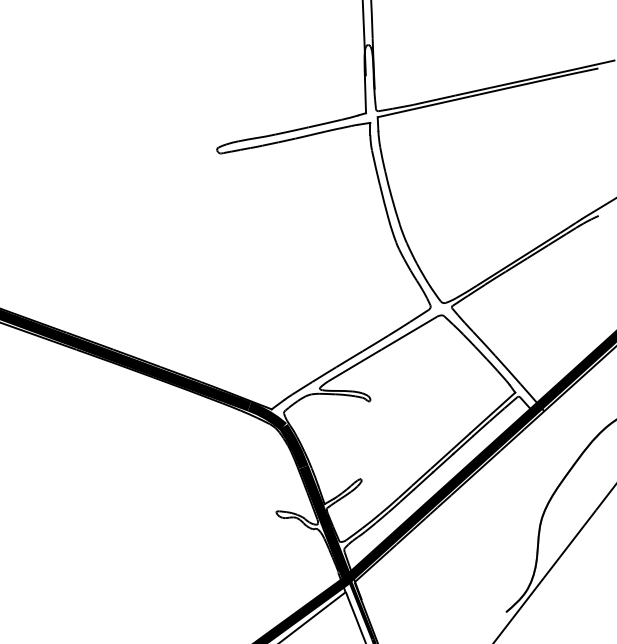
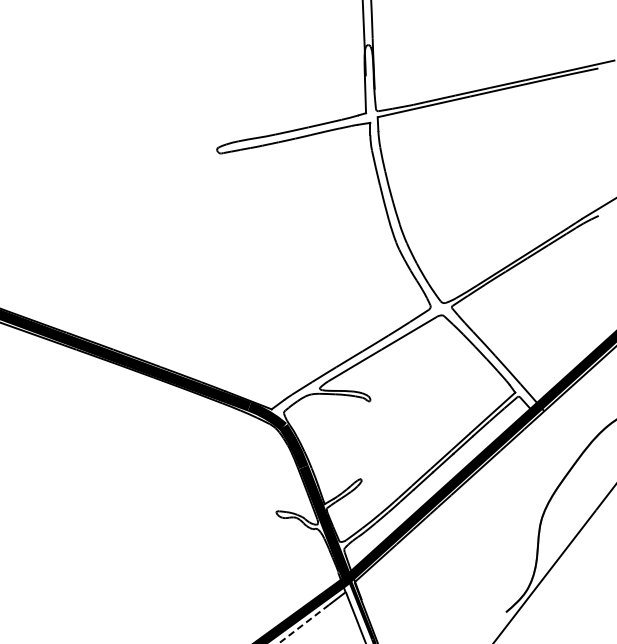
line at (303, 624): solid -> dashed
